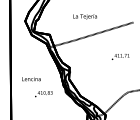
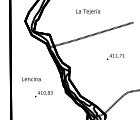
text at (84, 16) position: (84, 16) -> (87, 11)
text at (120, 56) position: (120, 56) -> (115, 56)
